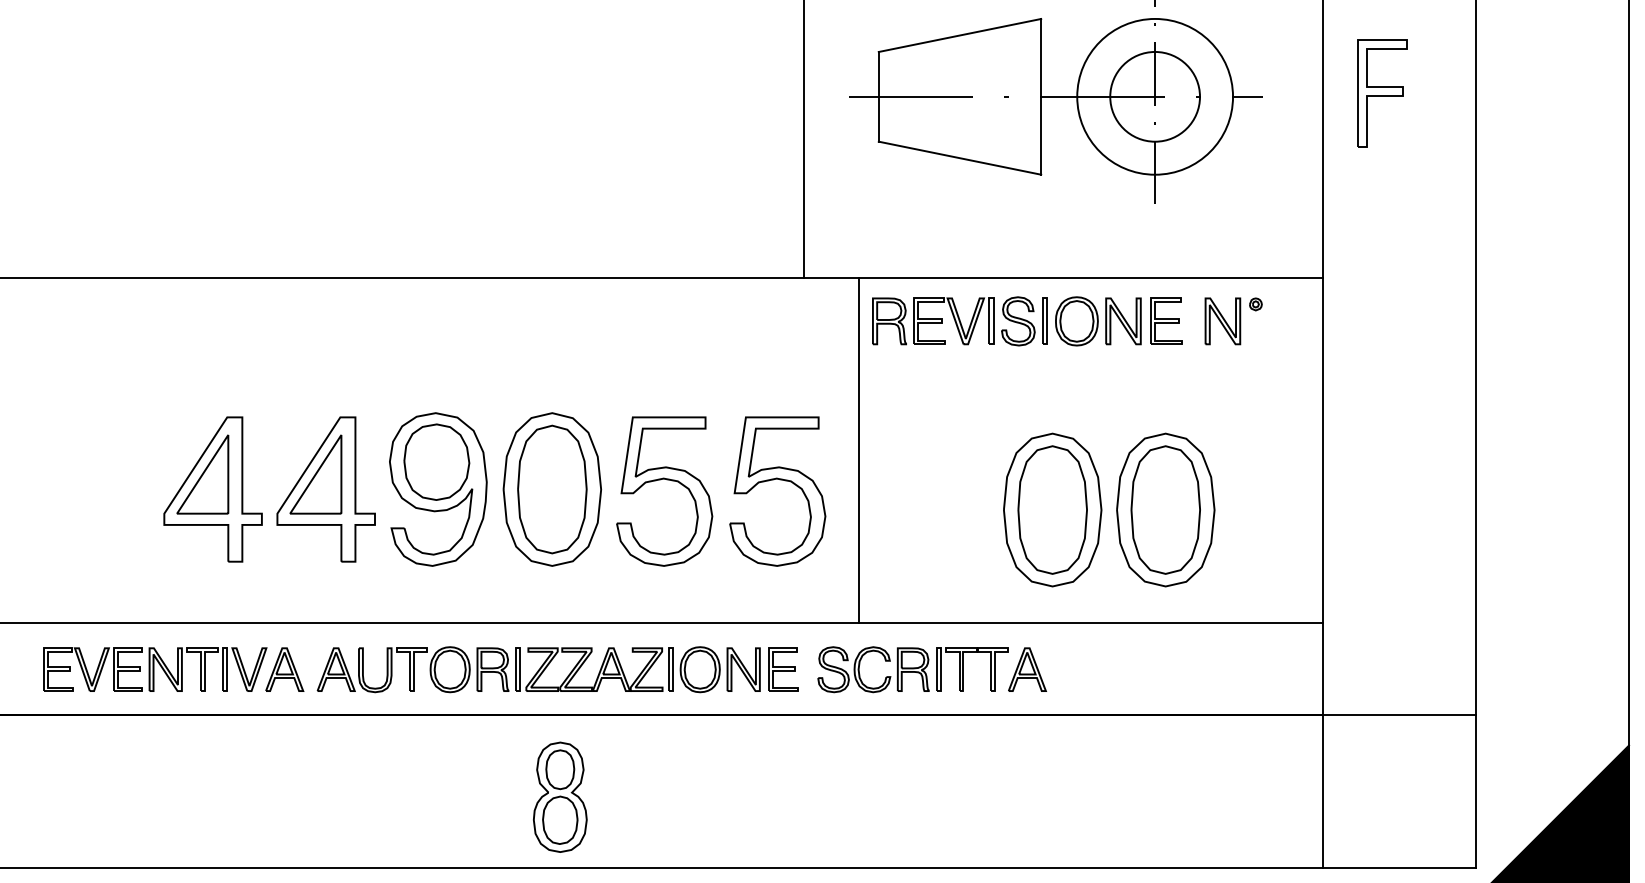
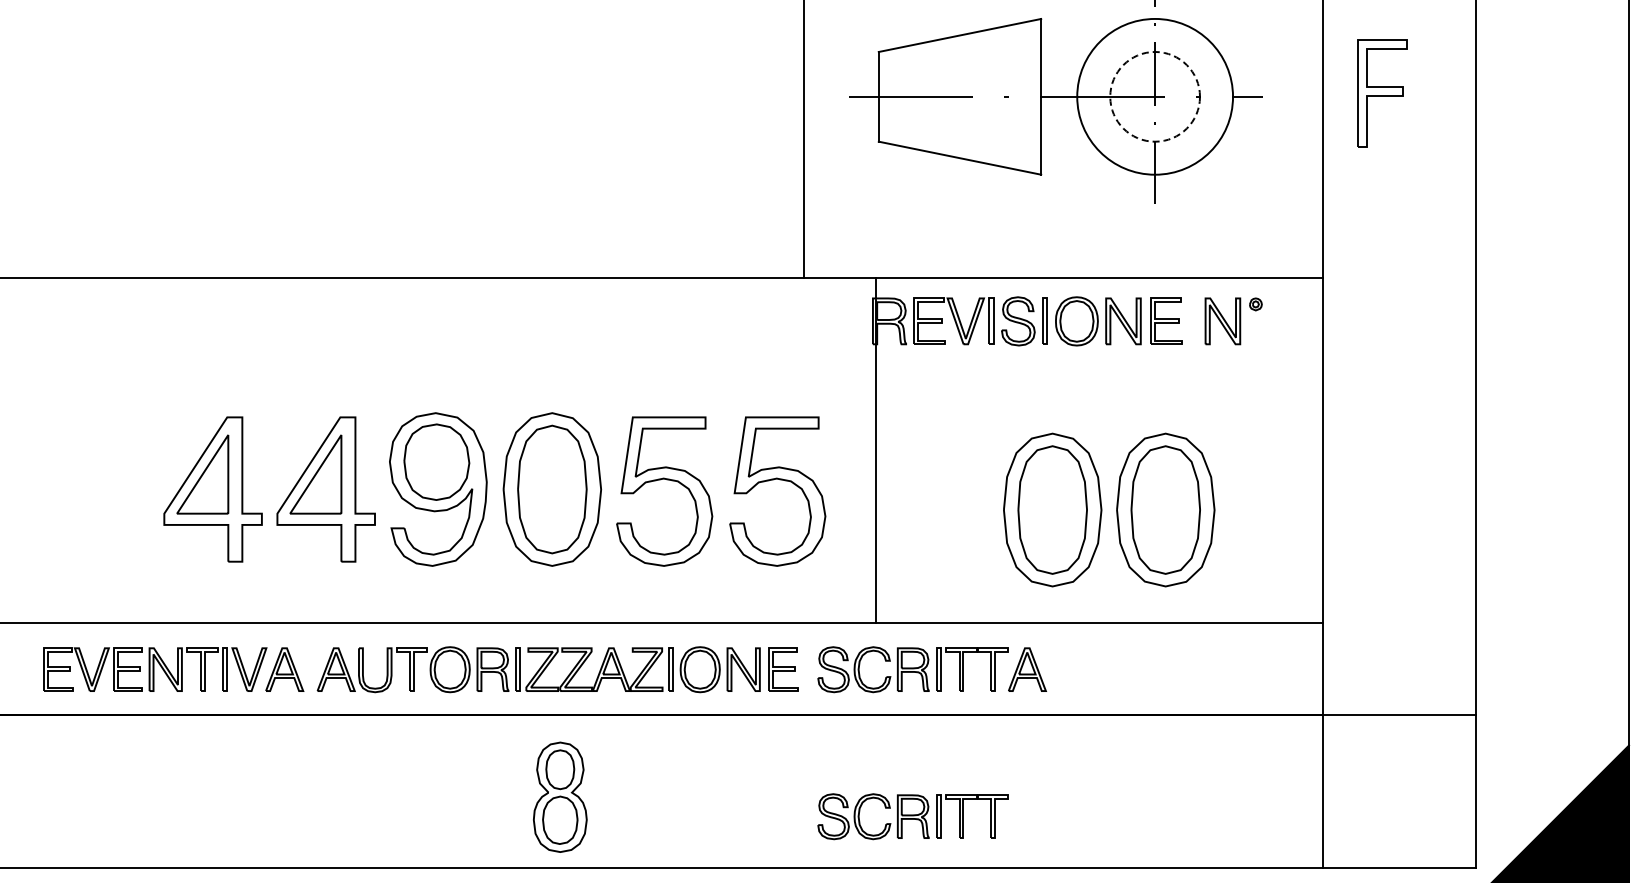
circle at (1155, 96): solid -> dashed
line at (858, 450) position: (858, 450) -> (875, 450)
part at (912, 816): none -> present
